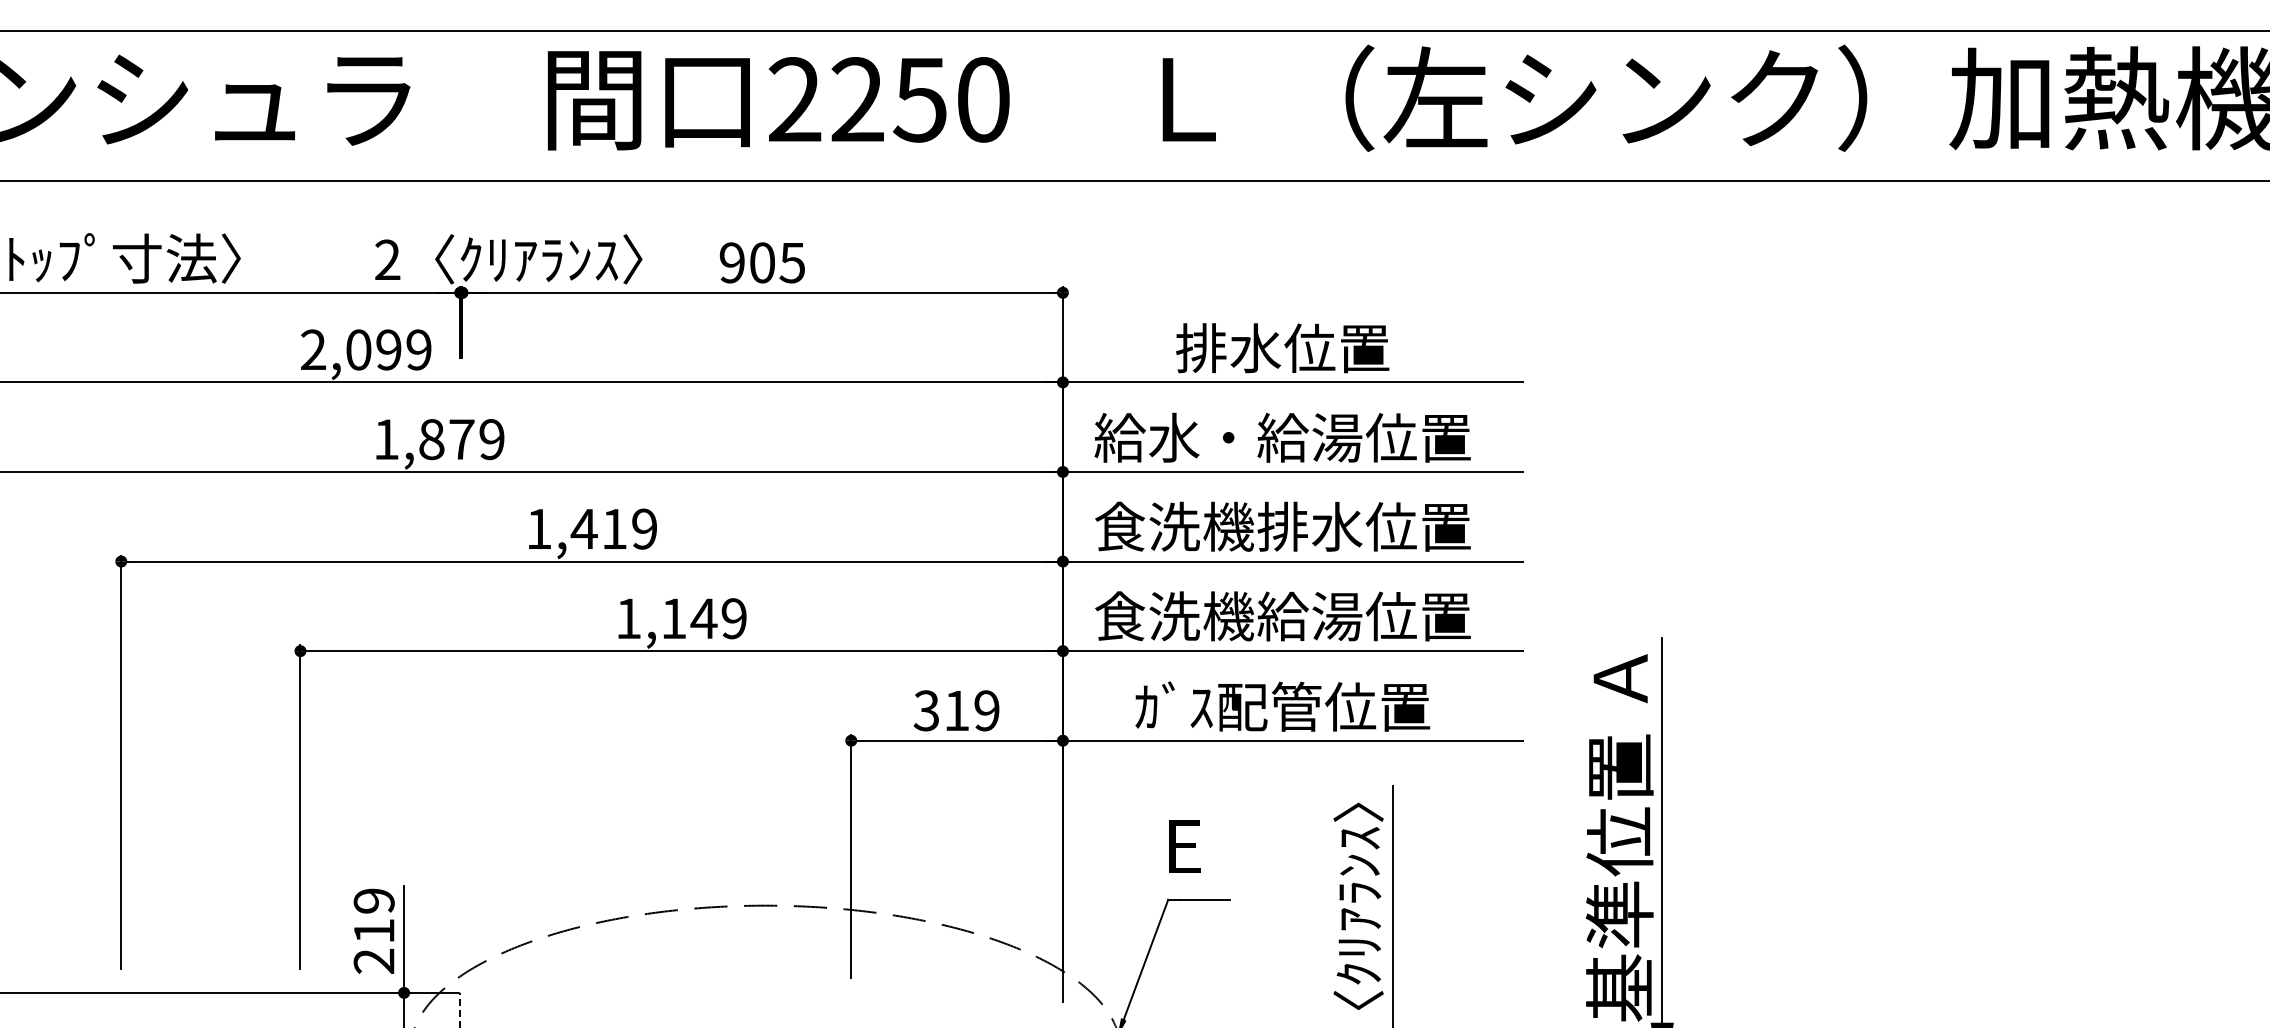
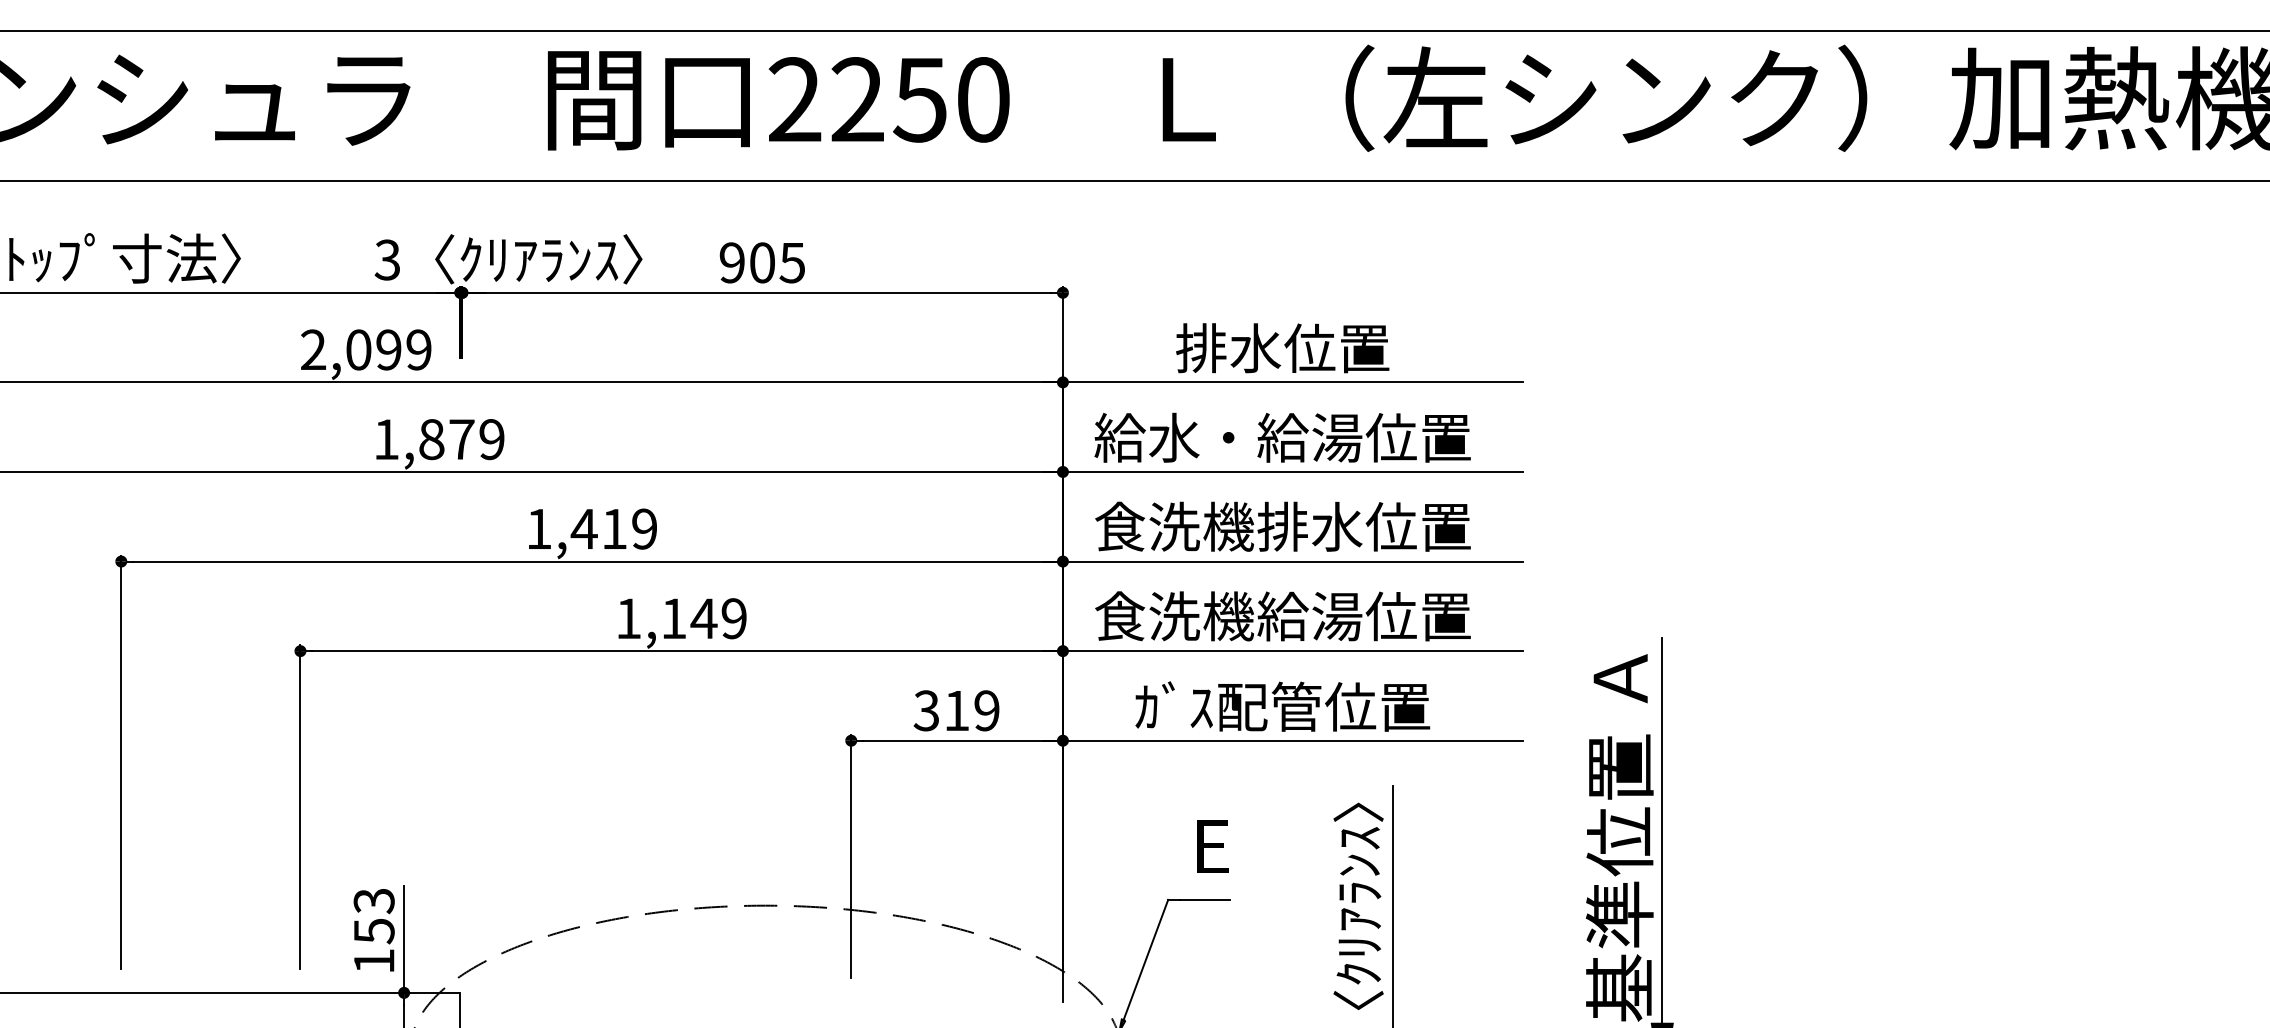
text at (387, 259): 2 -> 3
text at (1184, 846) position: (1184, 846) -> (1212, 846)
text at (373, 930): 219 -> 153
line at (460, 1009): dashed -> solid
